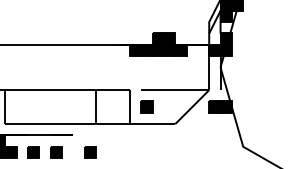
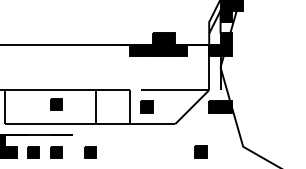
part at (56, 104): none -> present
part at (200, 151): none -> present
